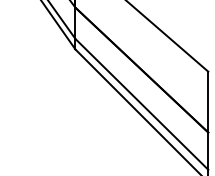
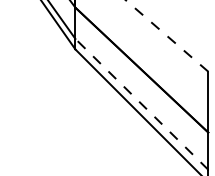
line at (166, 35): solid -> dashed
line at (141, 104): solid -> dashed
